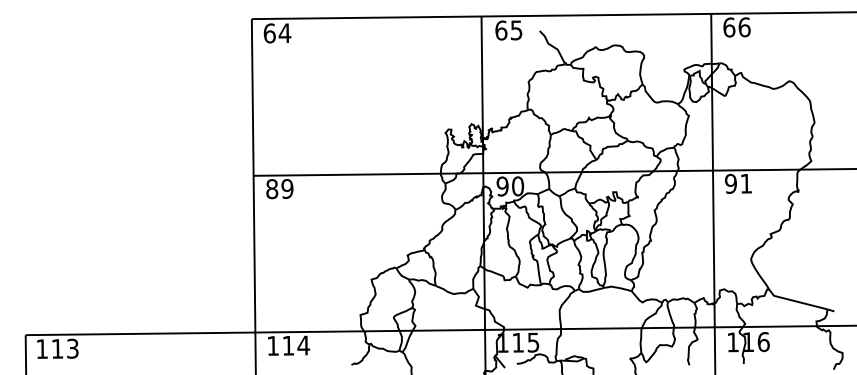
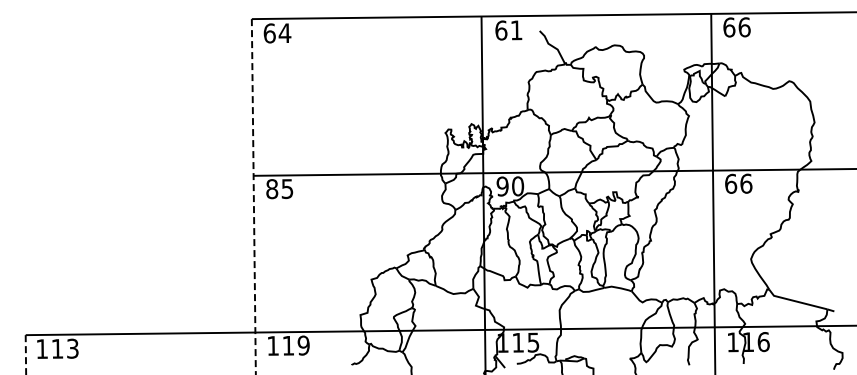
text at (516, 30): 65 -> 61
text at (738, 183): 91 -> 66
text at (287, 188): 89 -> 85
line at (253, 197): solid -> dashed
text at (303, 345): 114 -> 119
line at (25, 355): solid -> dashed
